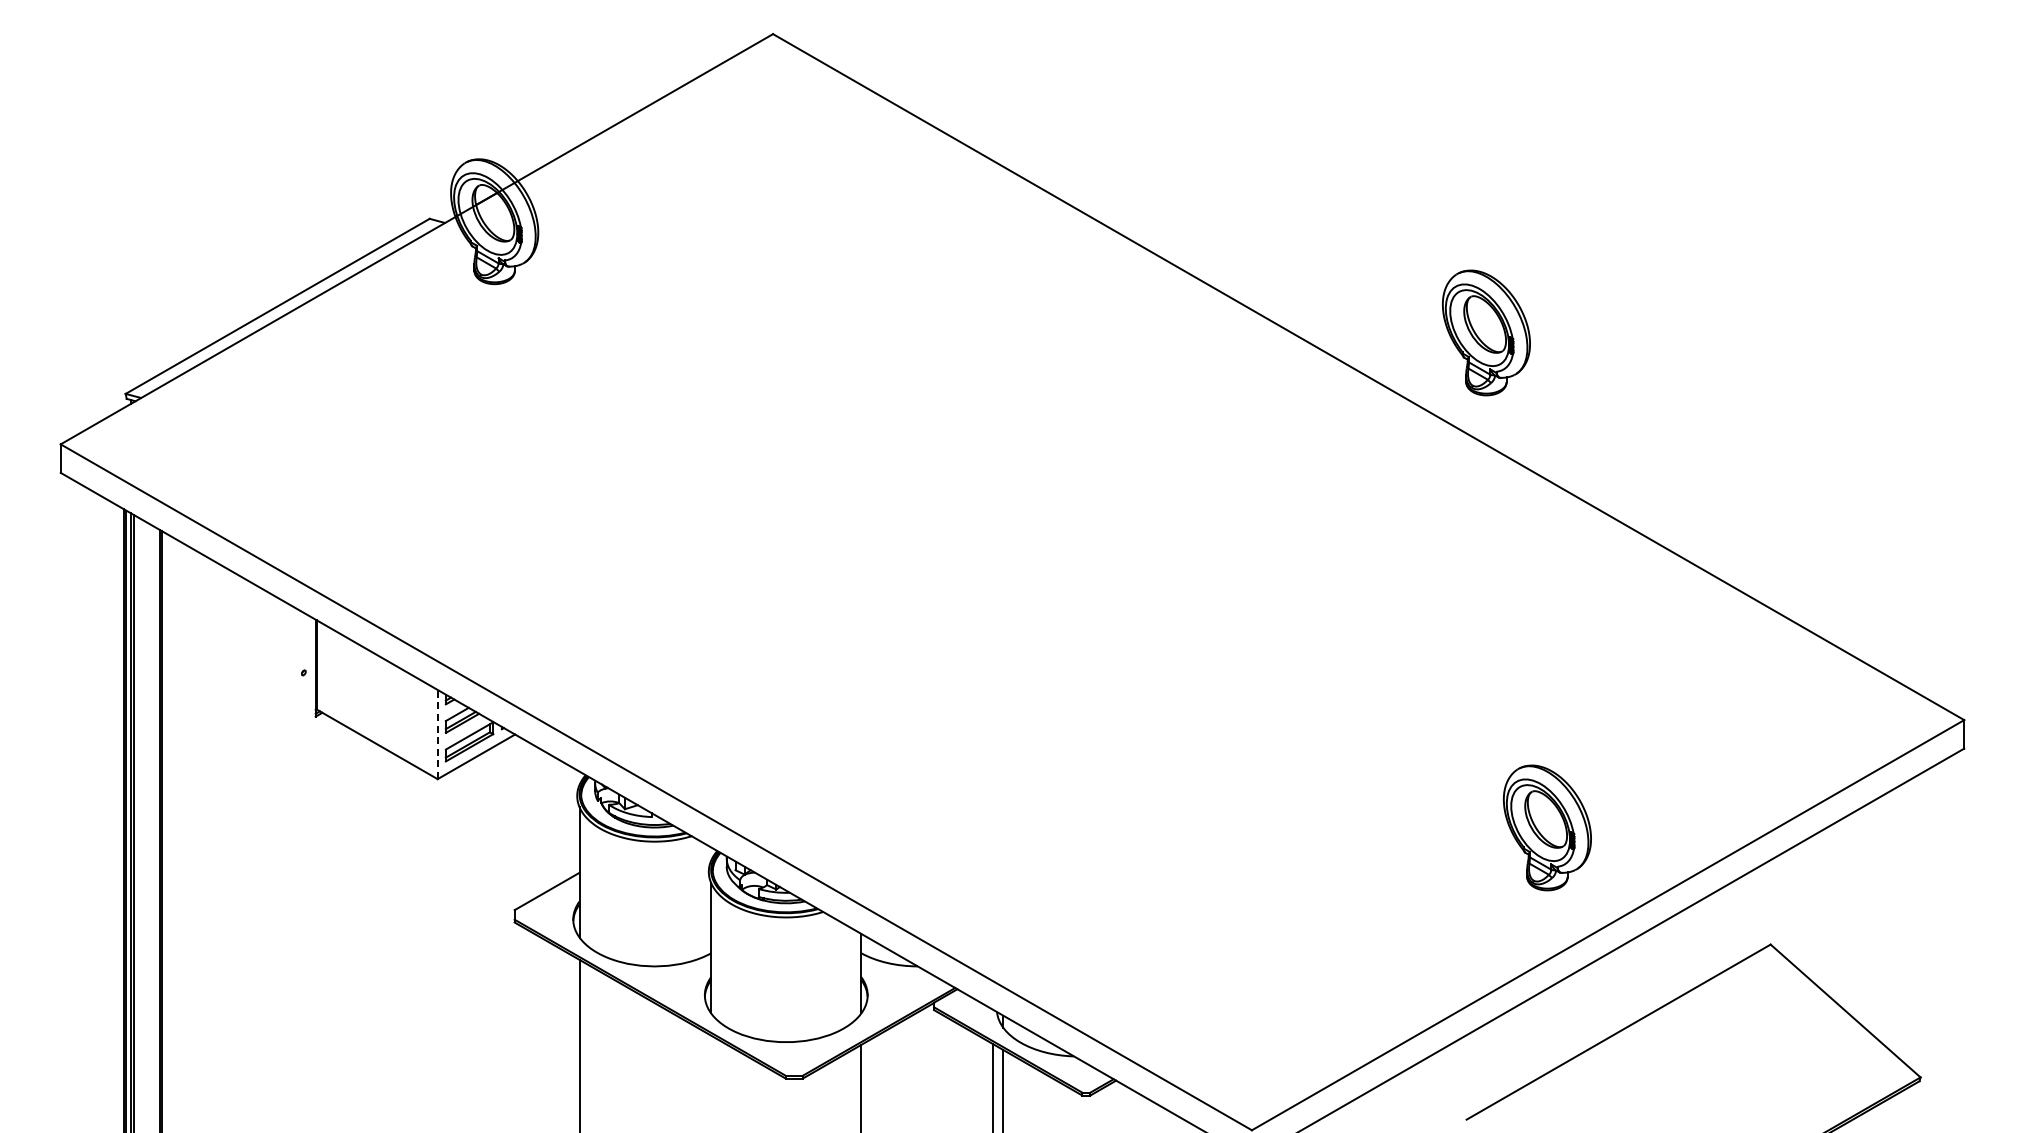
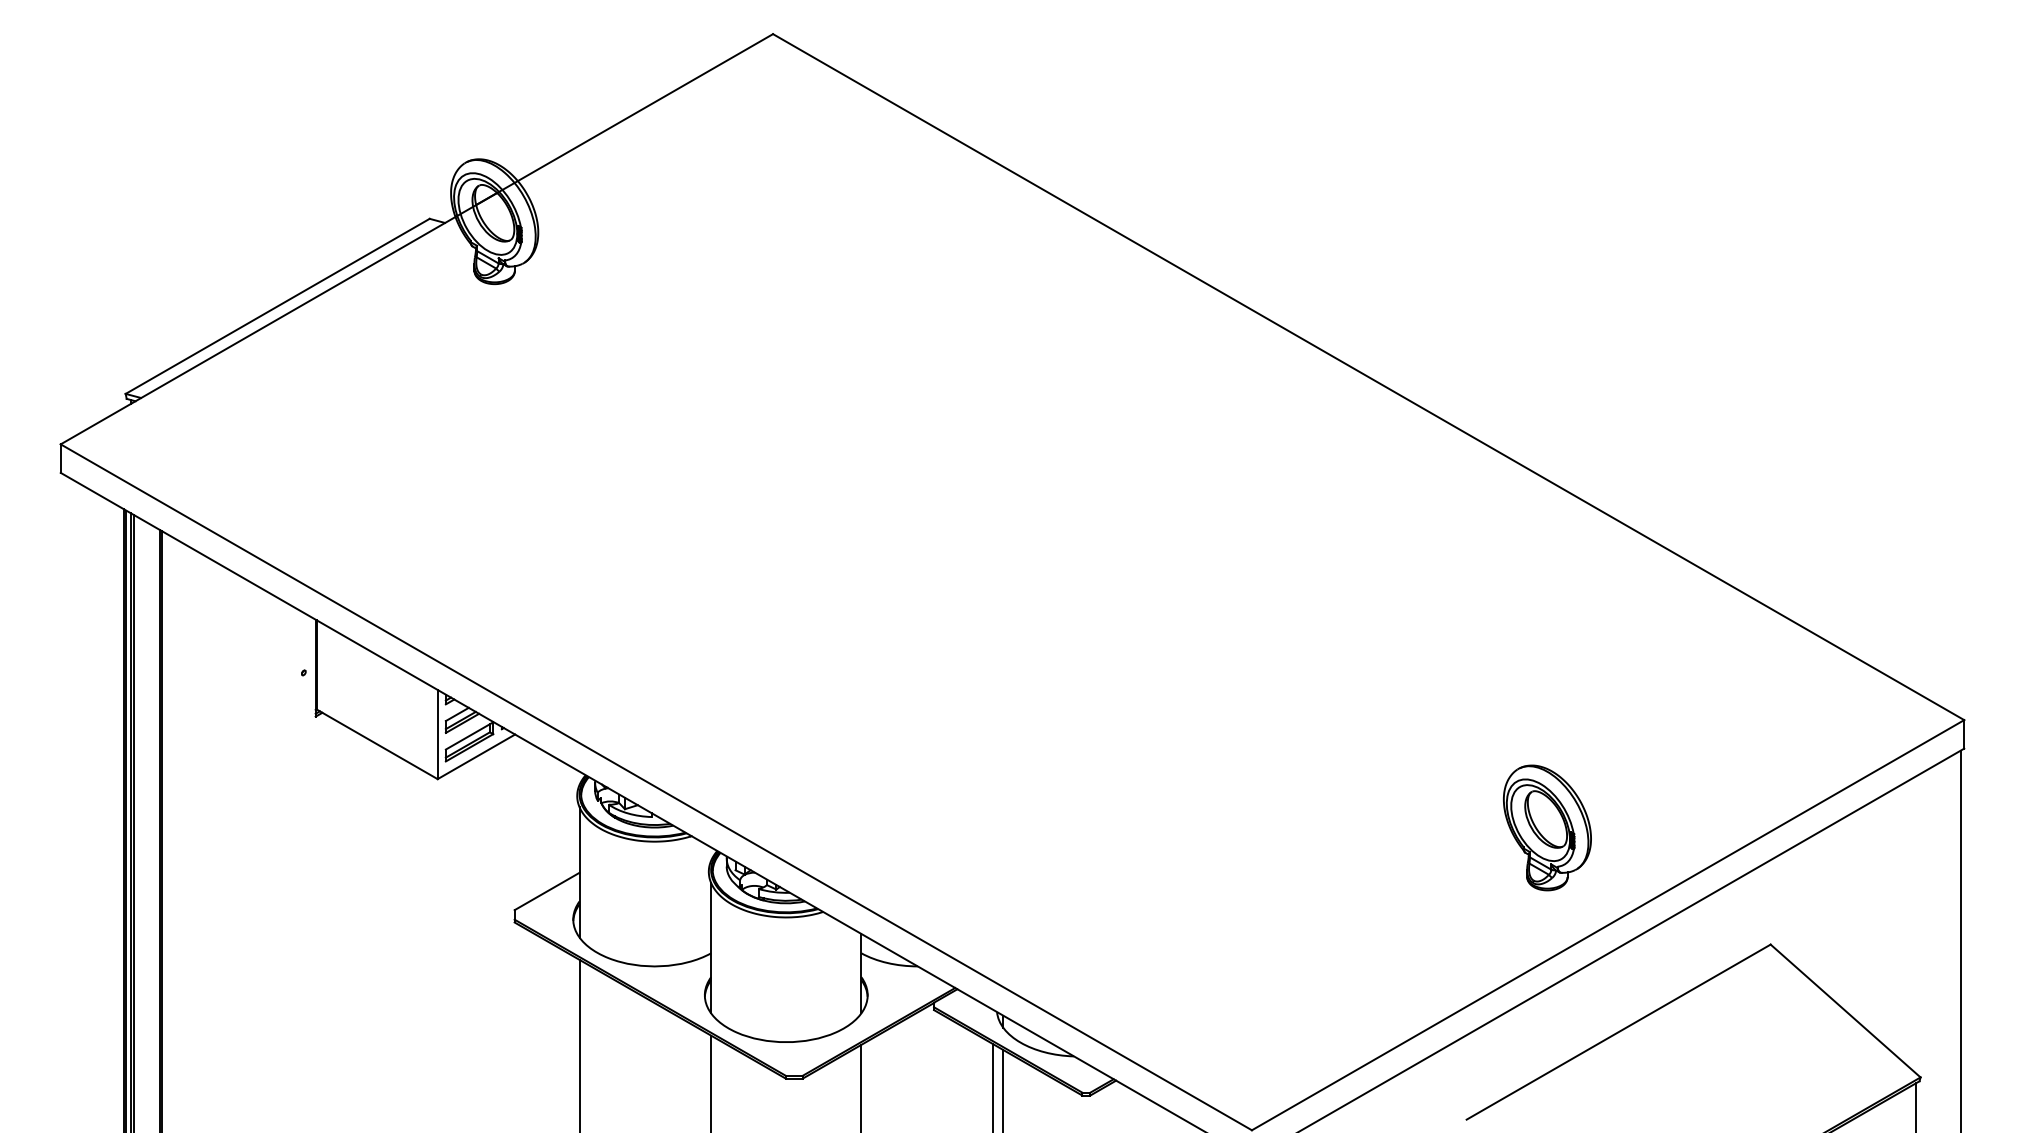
part at (1486, 332): present -> none
line at (437, 734): dashed -> solid
line at (1960, 939): none -> present
line at (711, 1082): none -> present
line at (1915, 1106): none -> present
